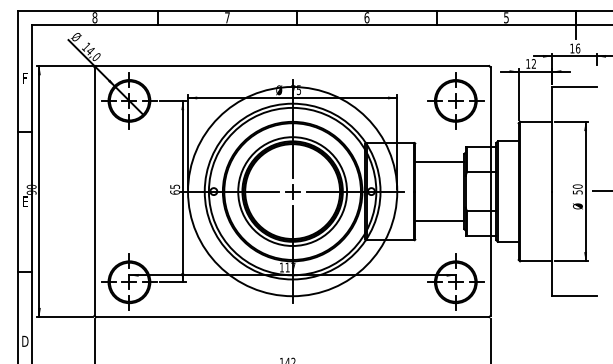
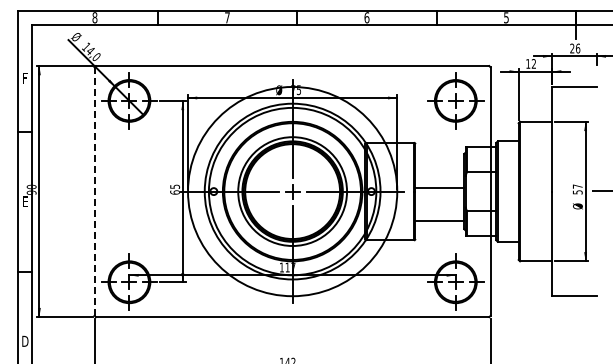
text at (572, 48): 16 -> 26
line at (439, 162) position: (439, 162) -> (439, 188)
text at (577, 186): 50 -> 57
line at (94, 192): solid -> dashed
